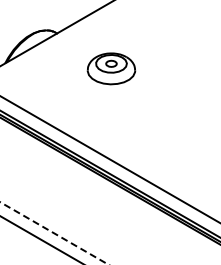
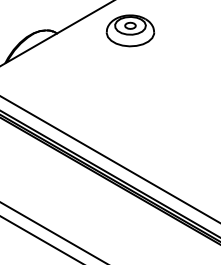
part at (111, 68) position: (111, 68) -> (130, 30)
line at (54, 233): dashed -> solid
